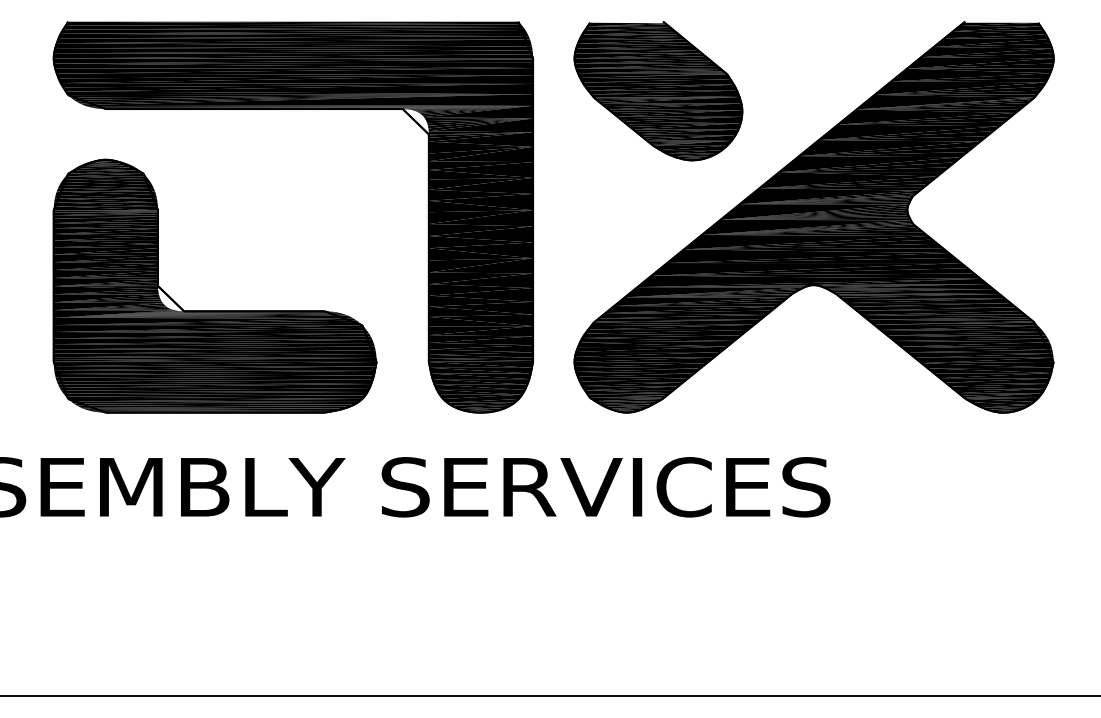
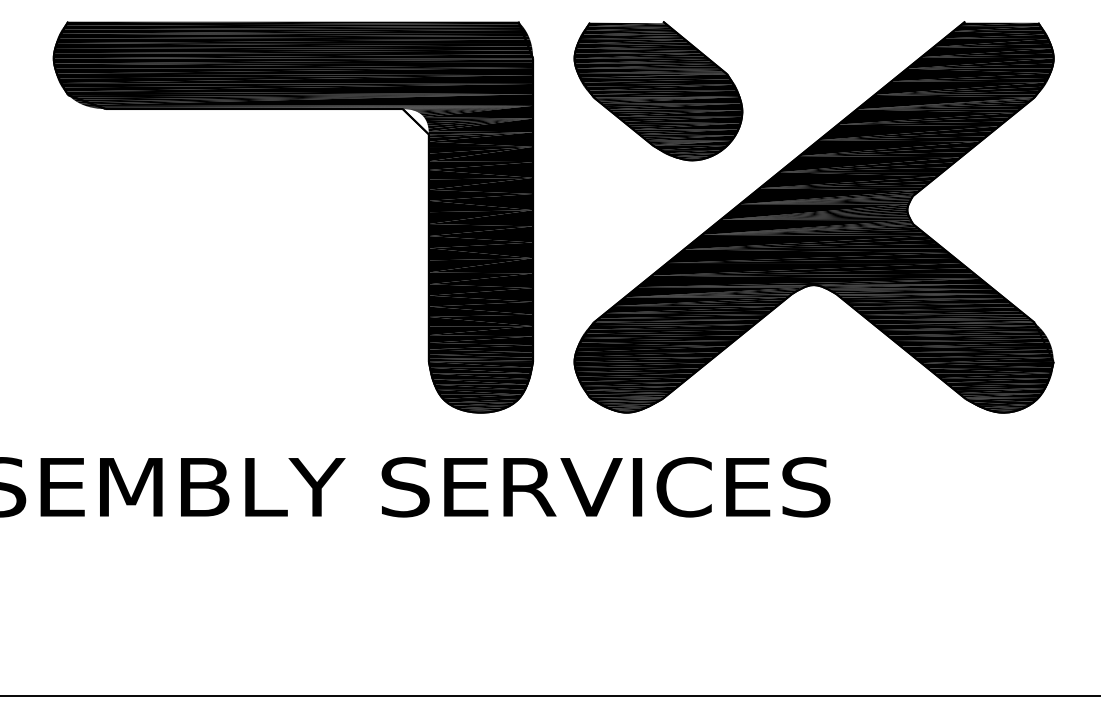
part at (214, 310): present -> none
